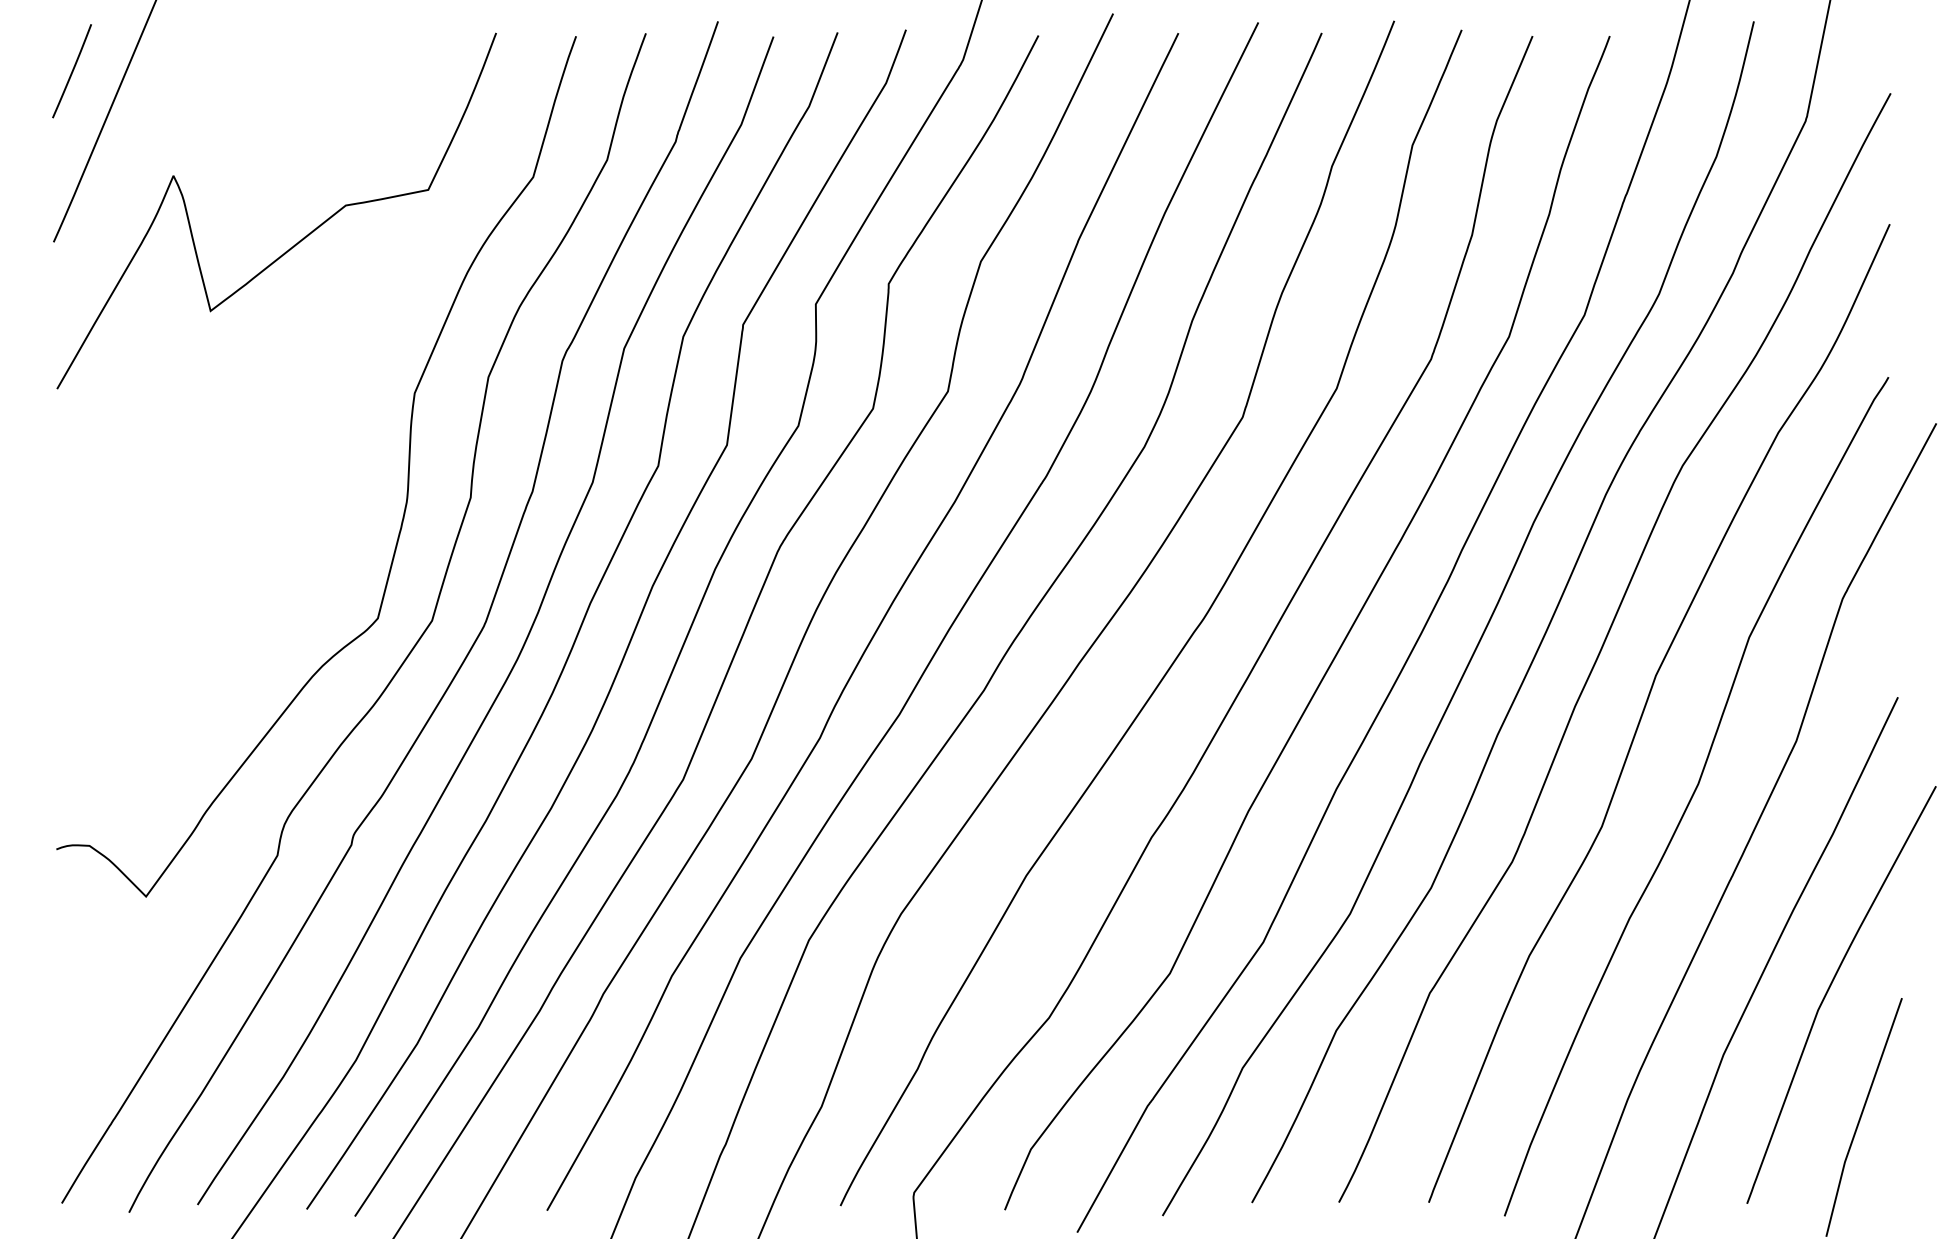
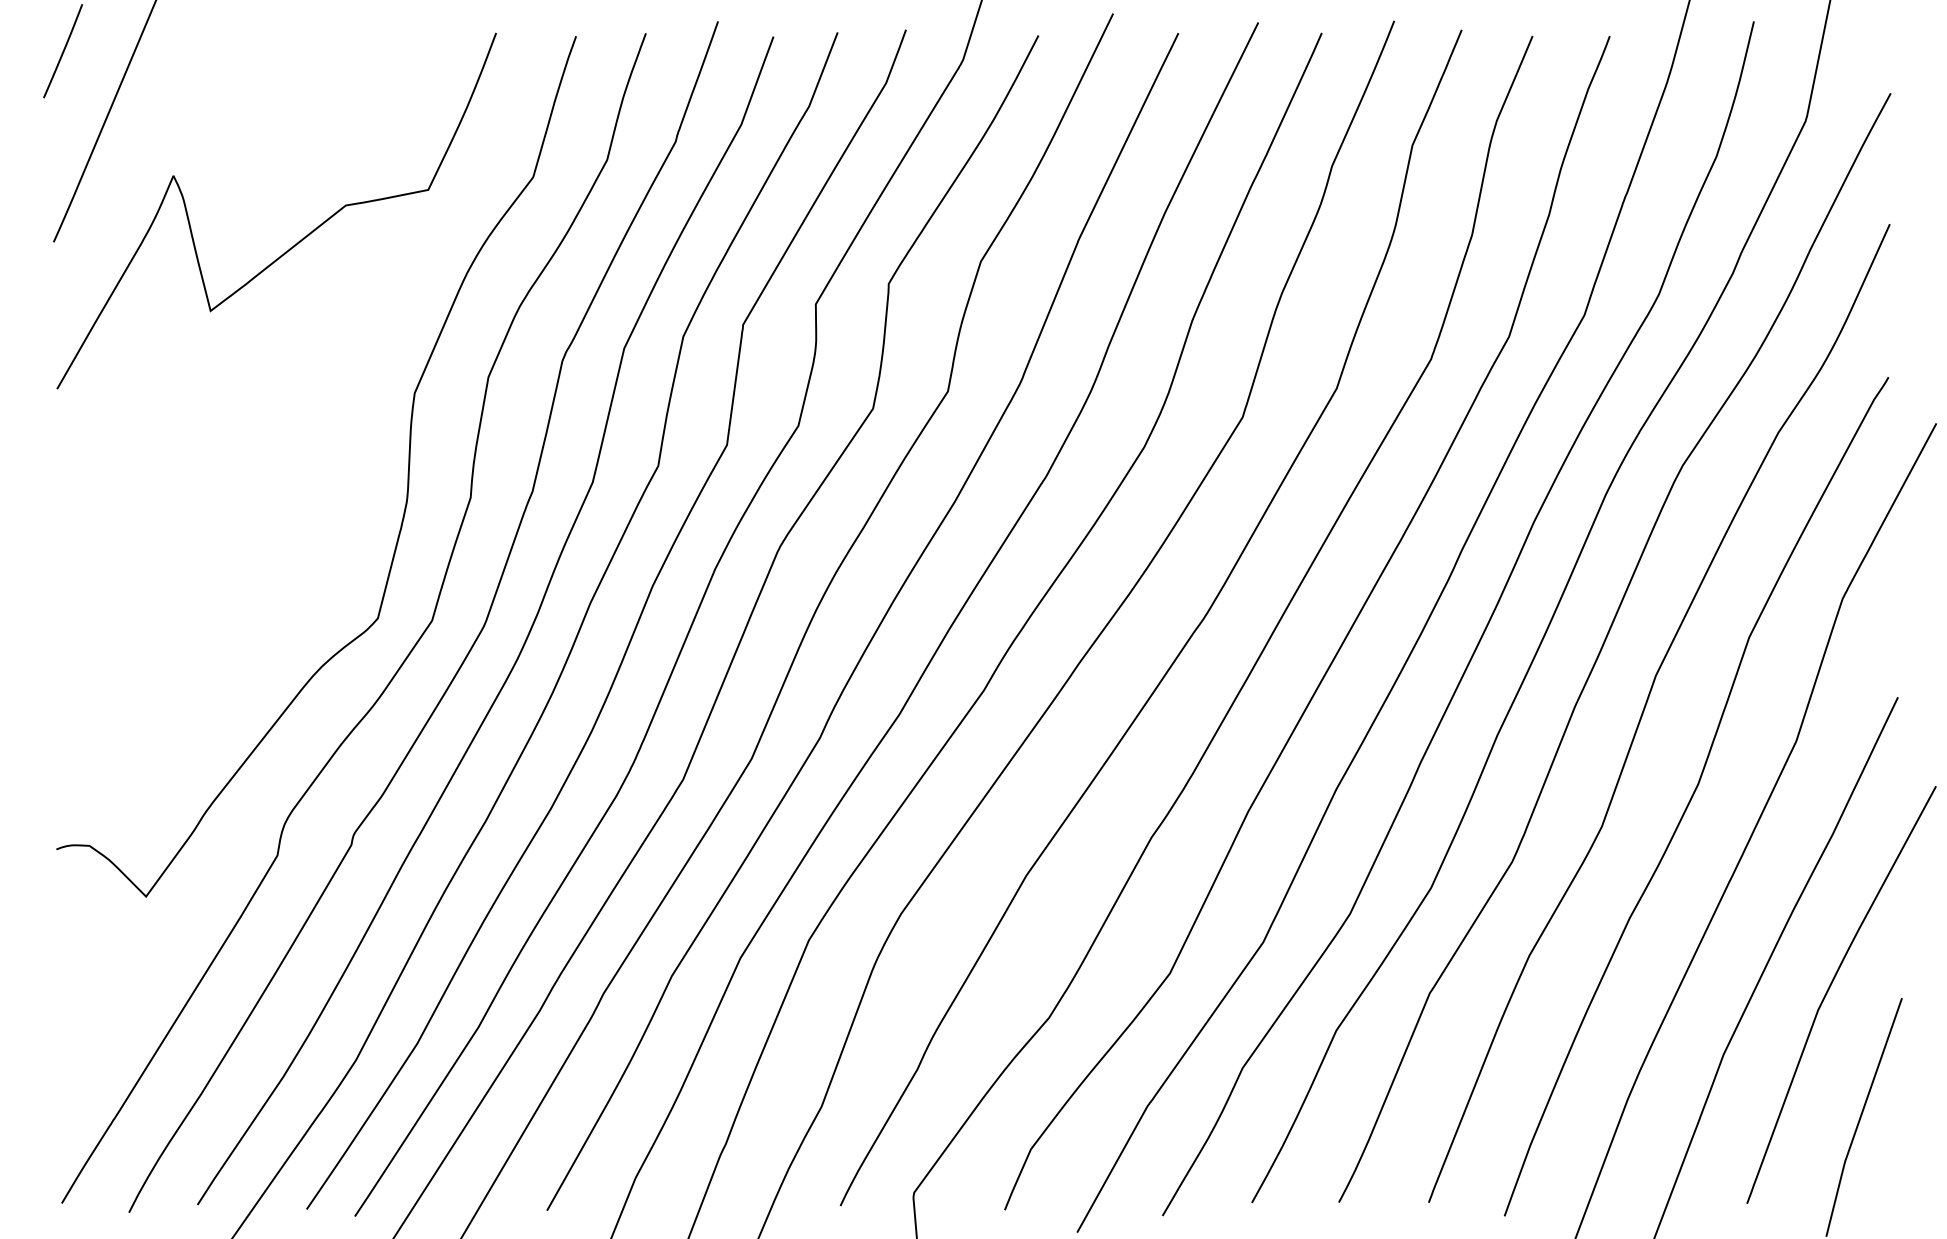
line at (71, 71) position: (71, 71) -> (62, 51)
